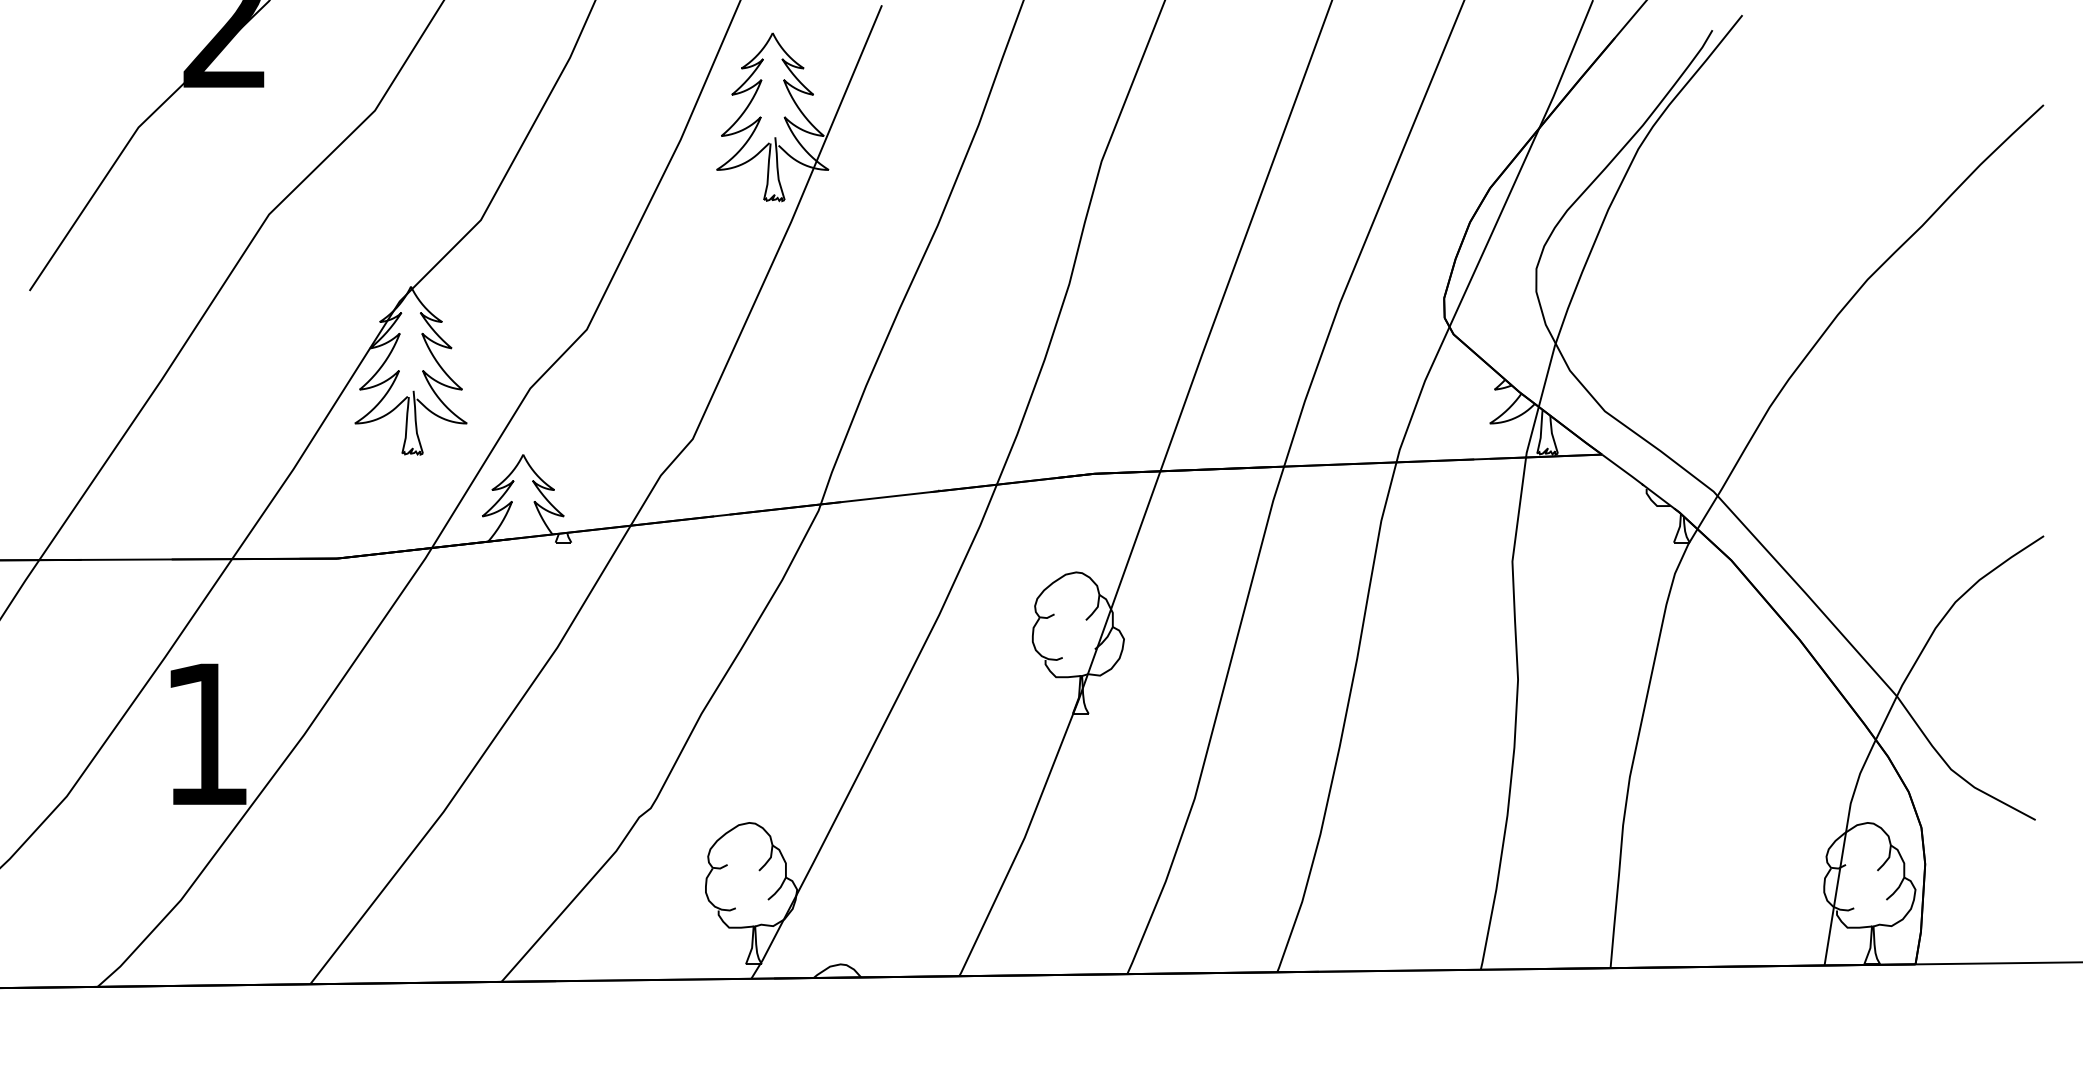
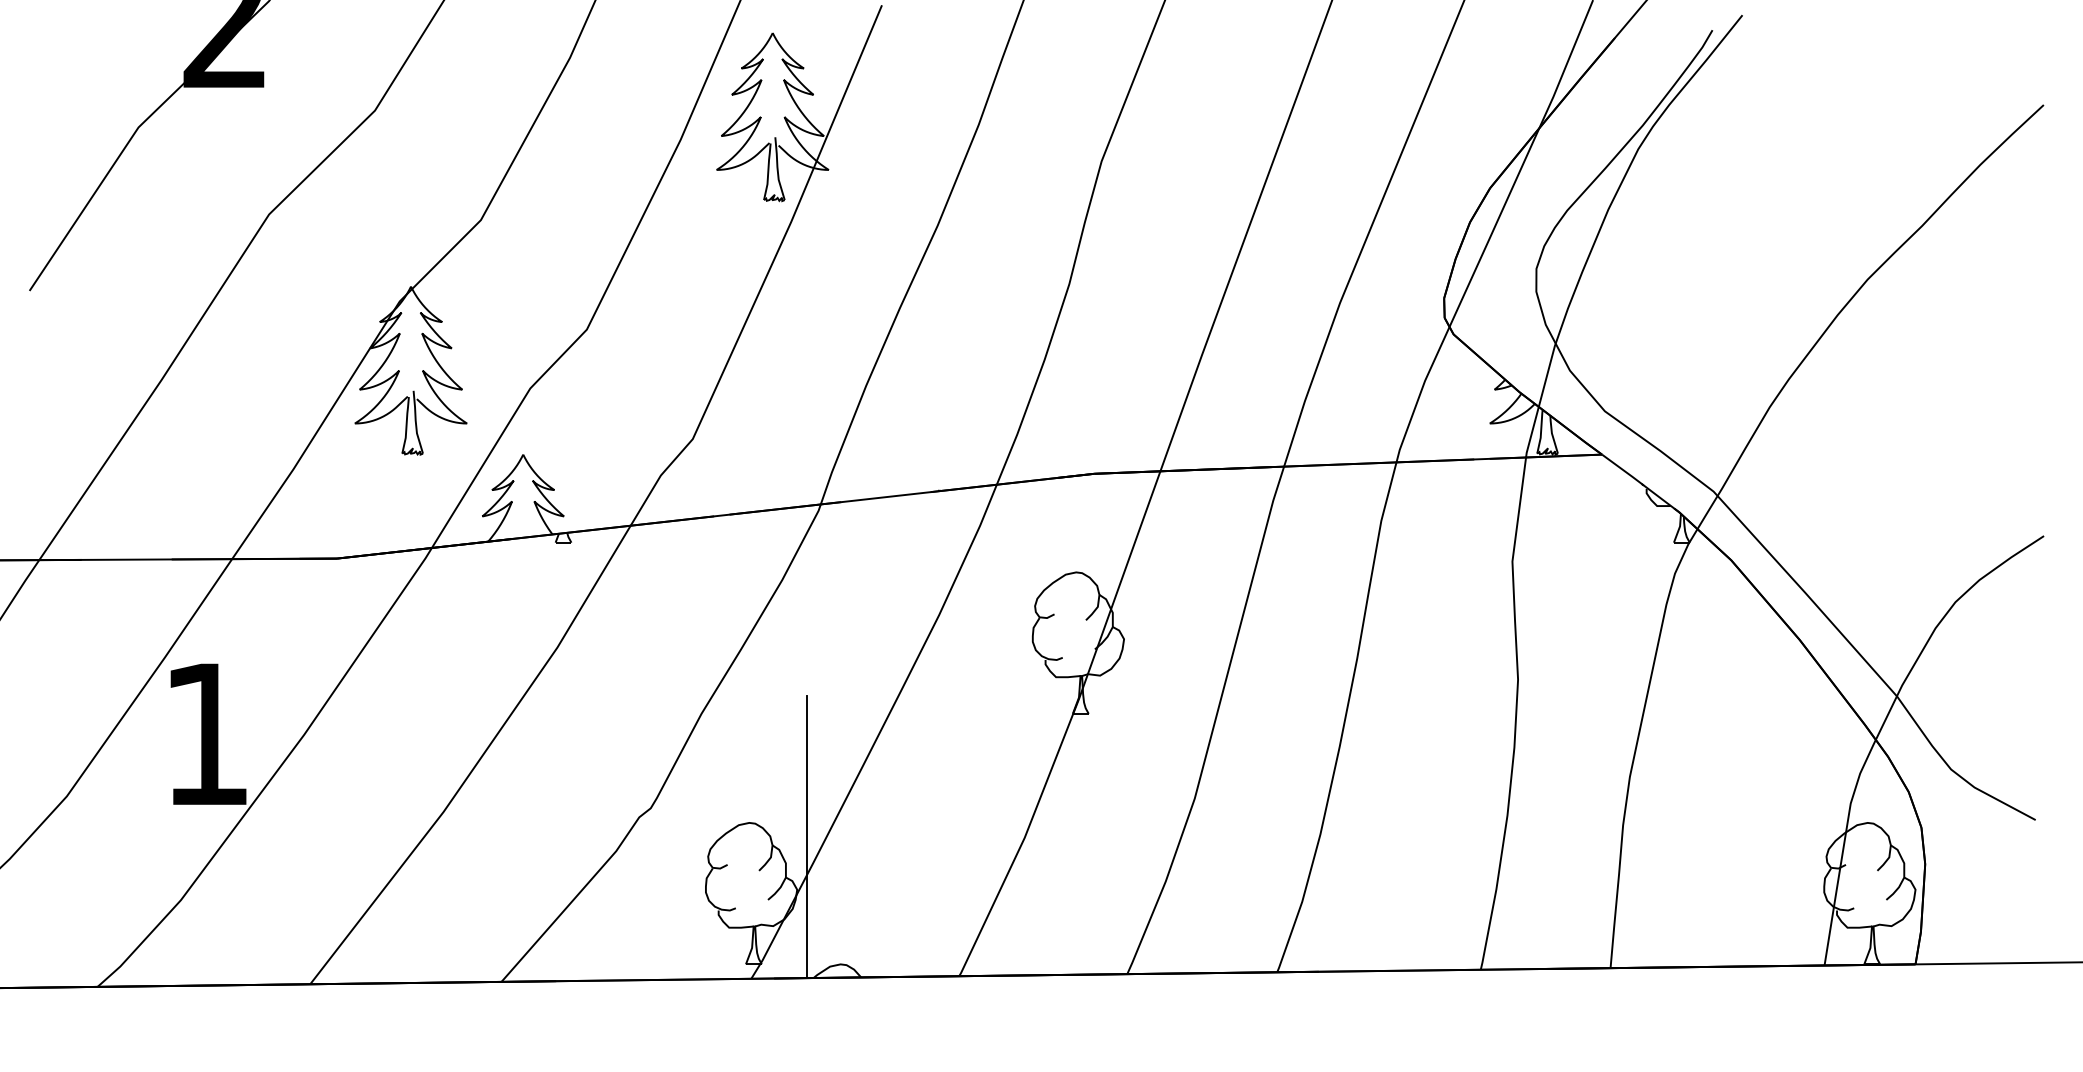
line at (806, 837): none -> present
